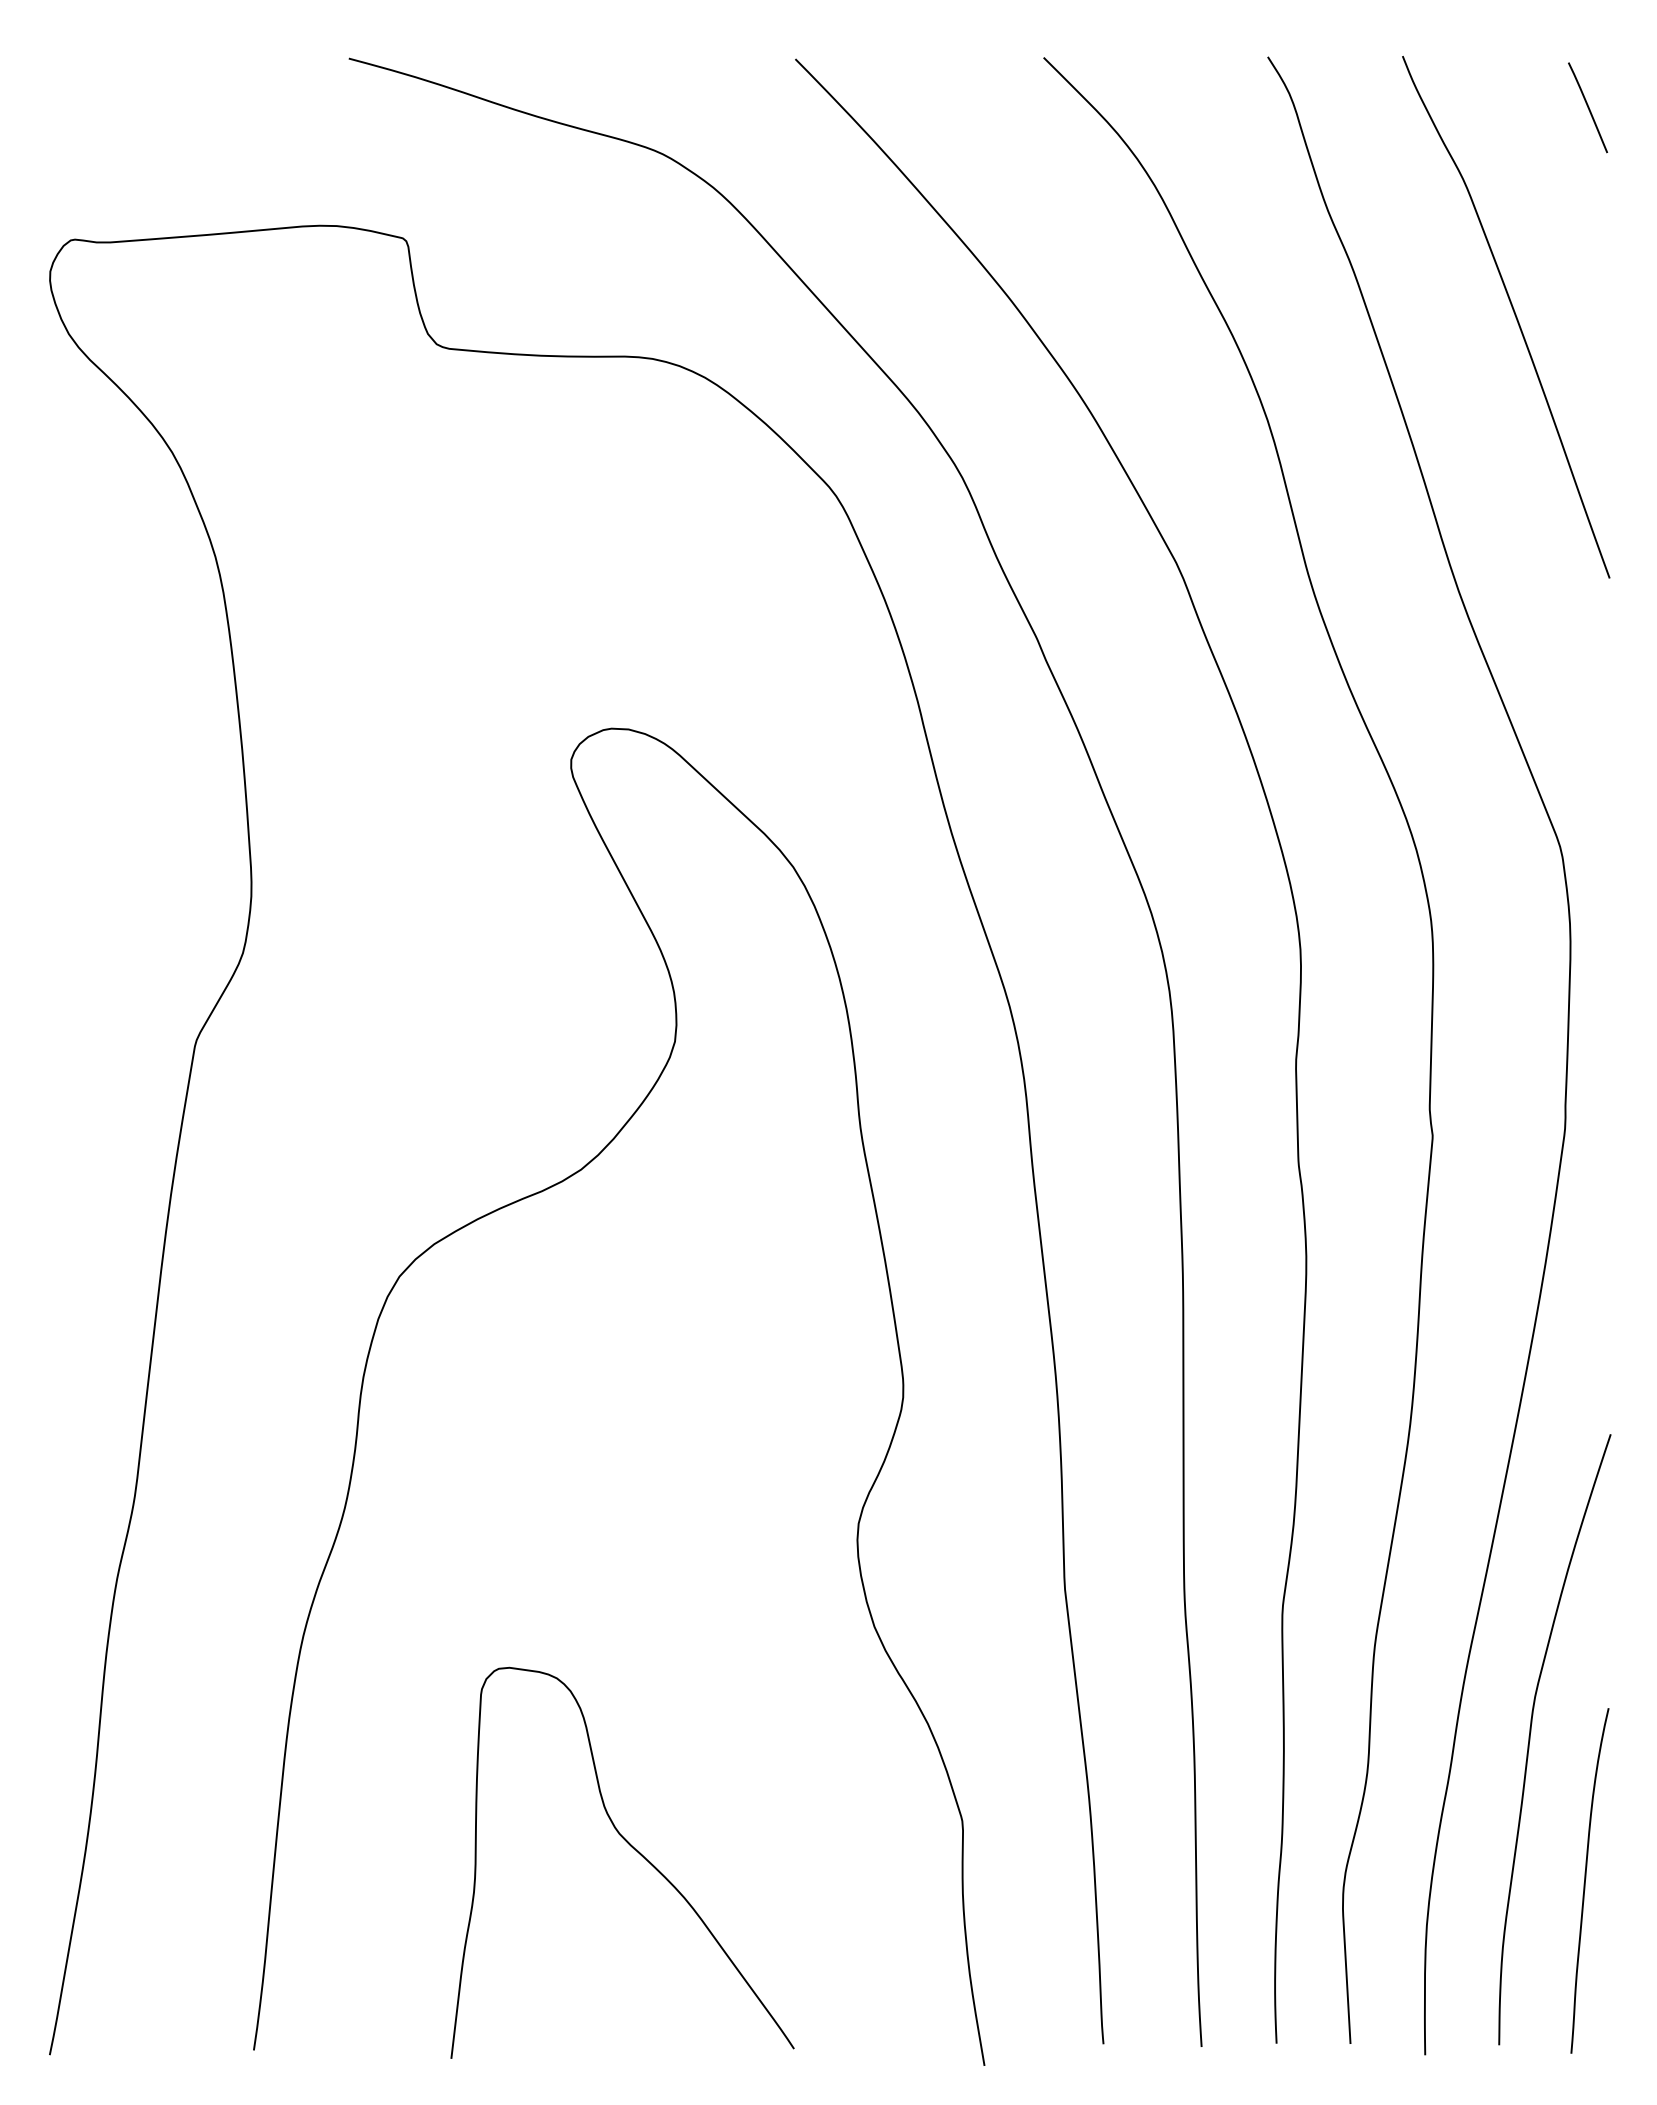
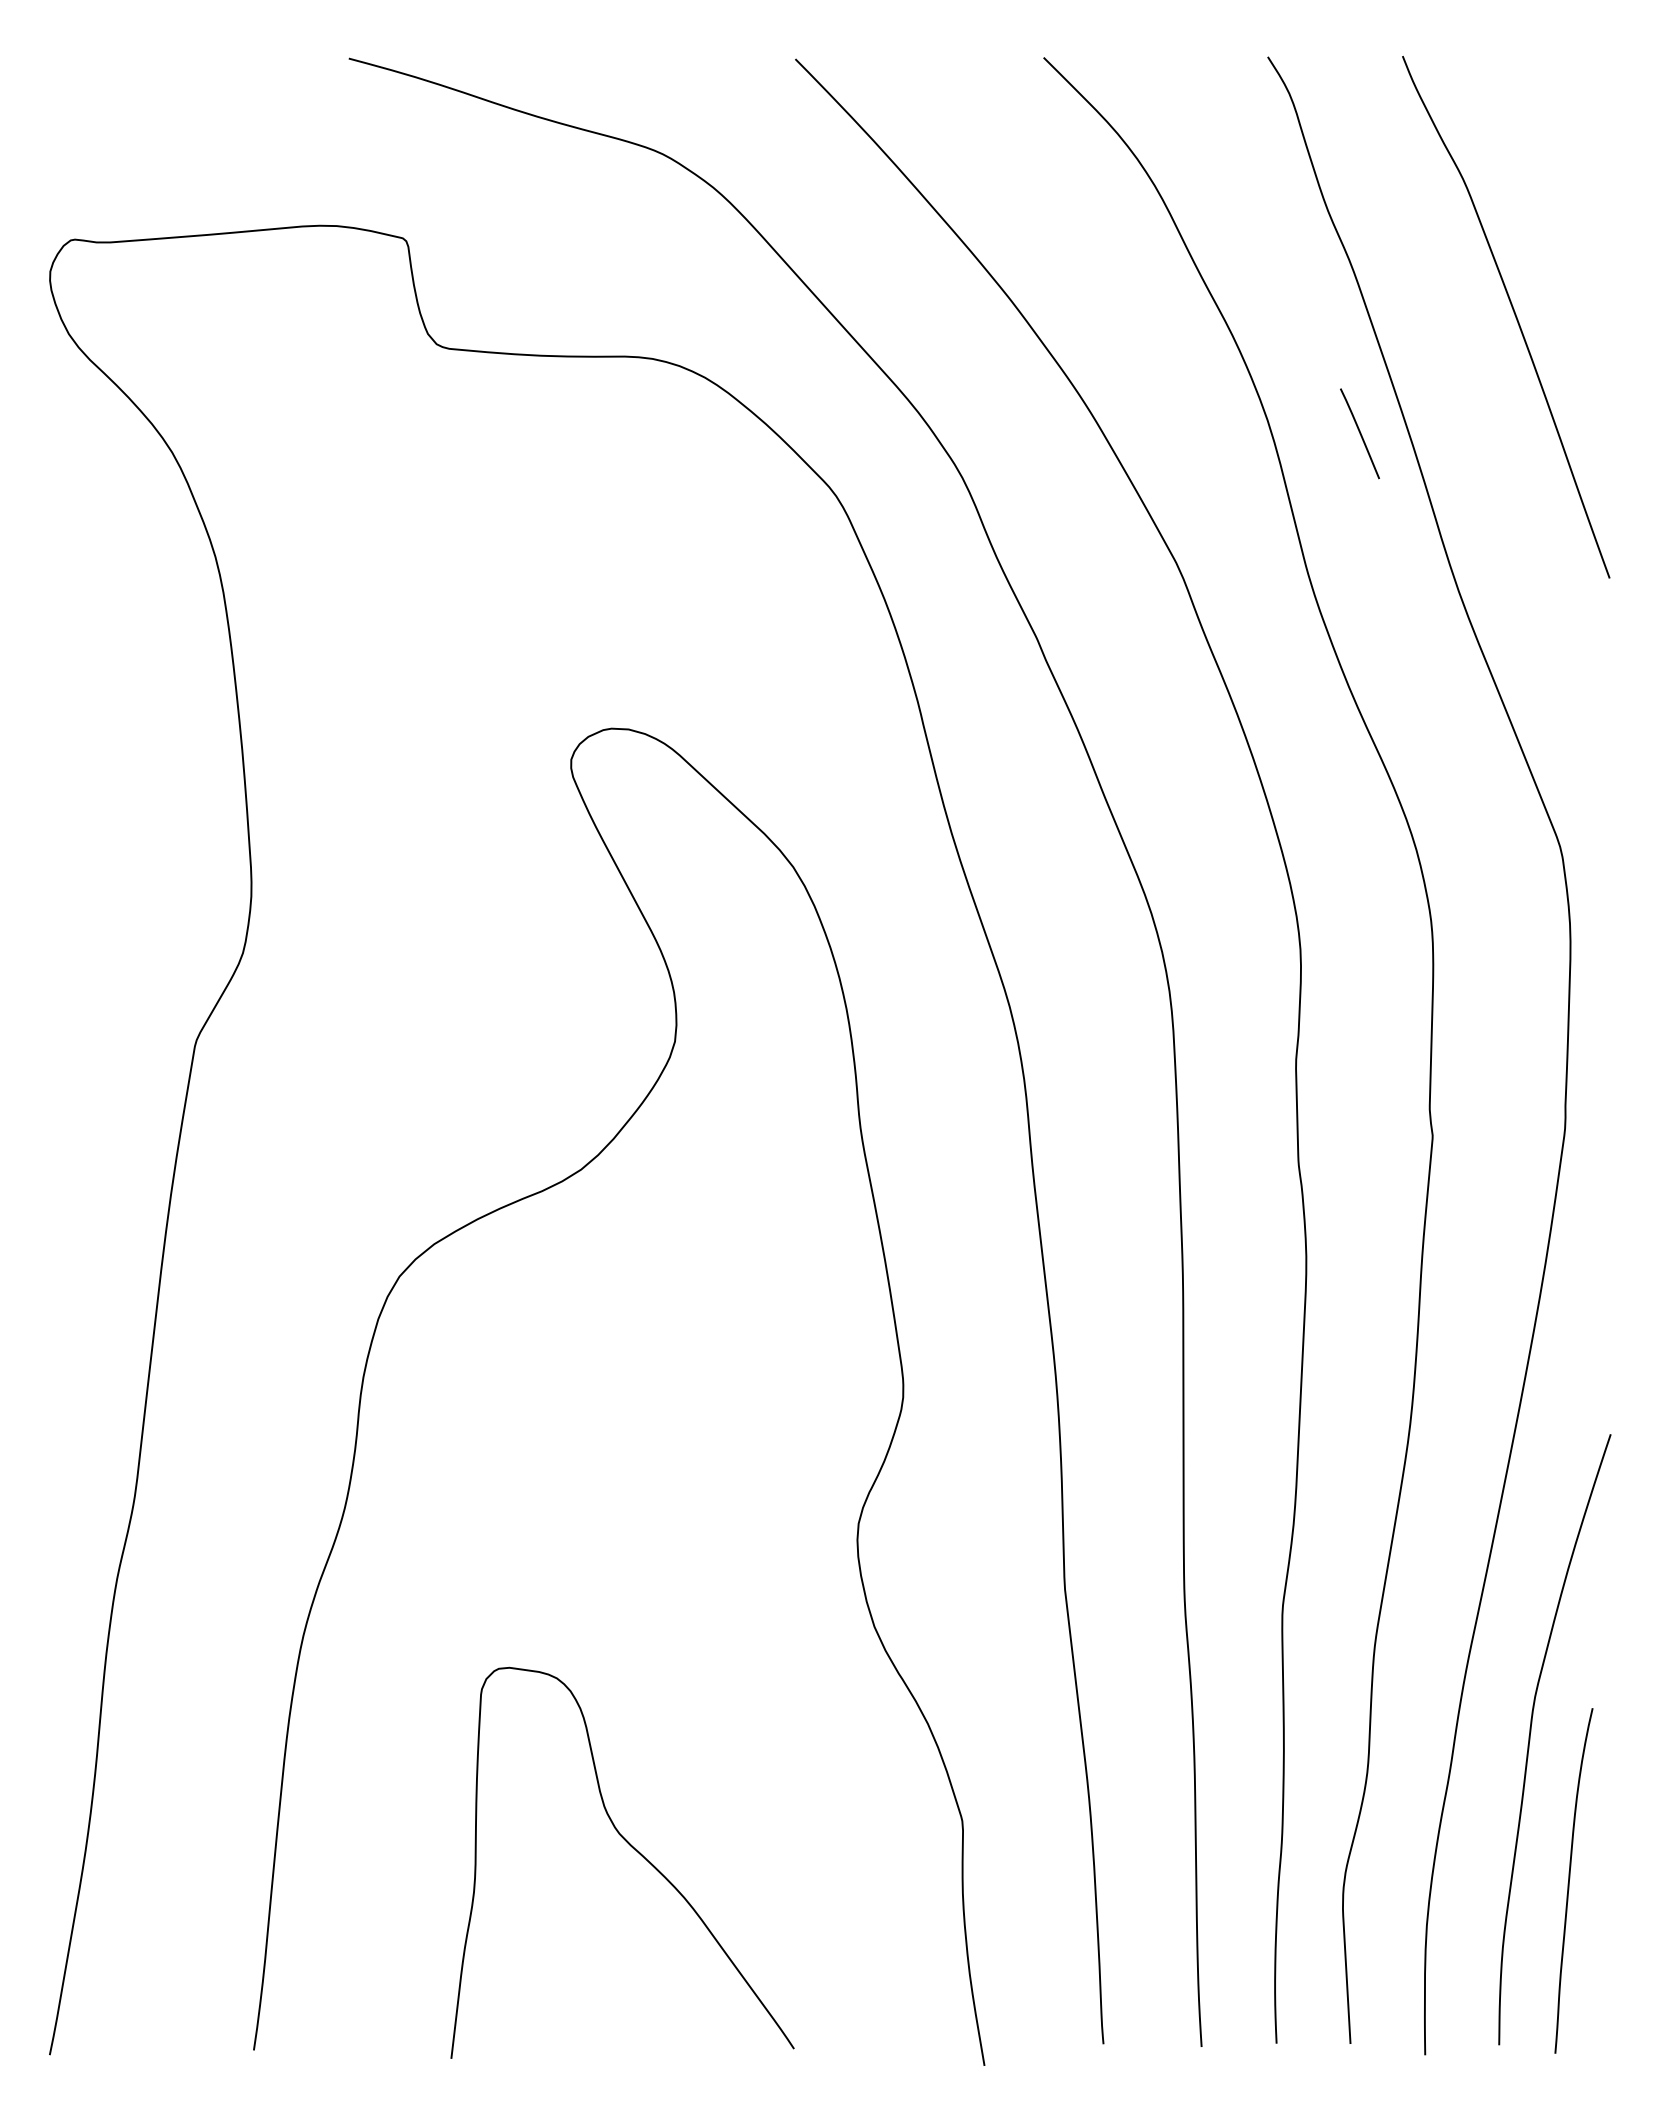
line at (1587, 107) position: (1587, 107) -> (1359, 433)
curve at (1586, 1878) position: (1586, 1878) -> (1570, 1878)
